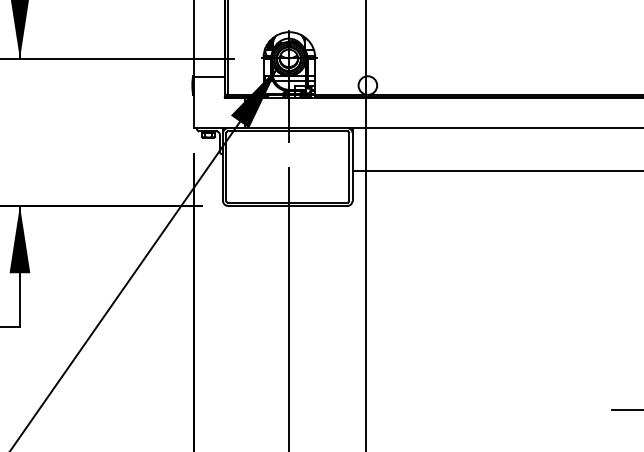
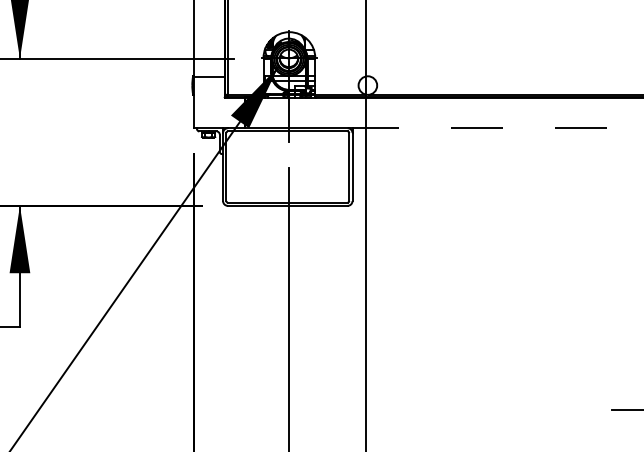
line at (495, 128): solid -> dashed
line at (496, 170): present -> none
